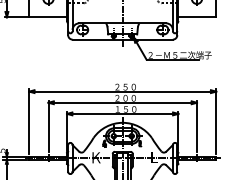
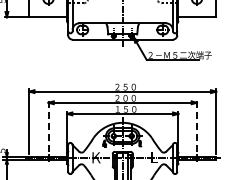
line at (48, 126): solid -> dashed
line at (196, 126): solid -> dashed
